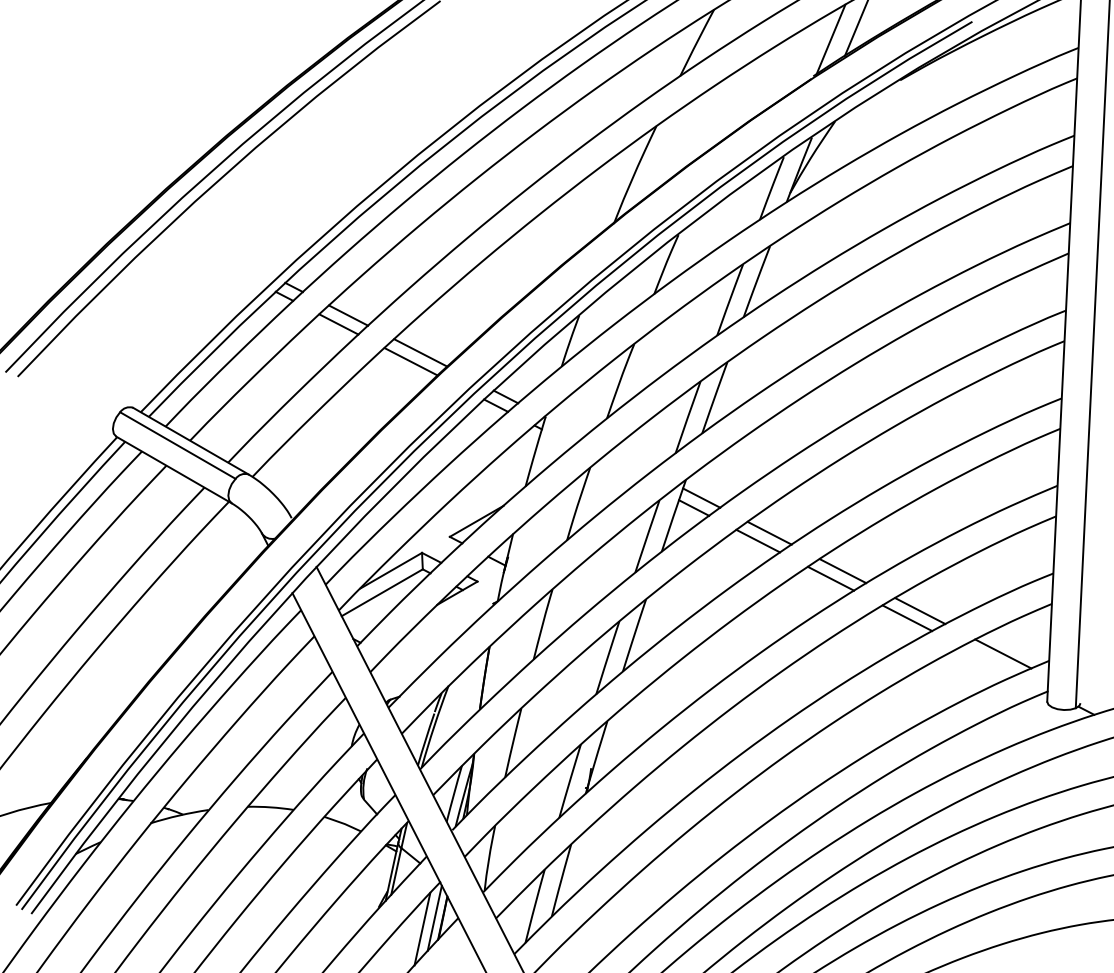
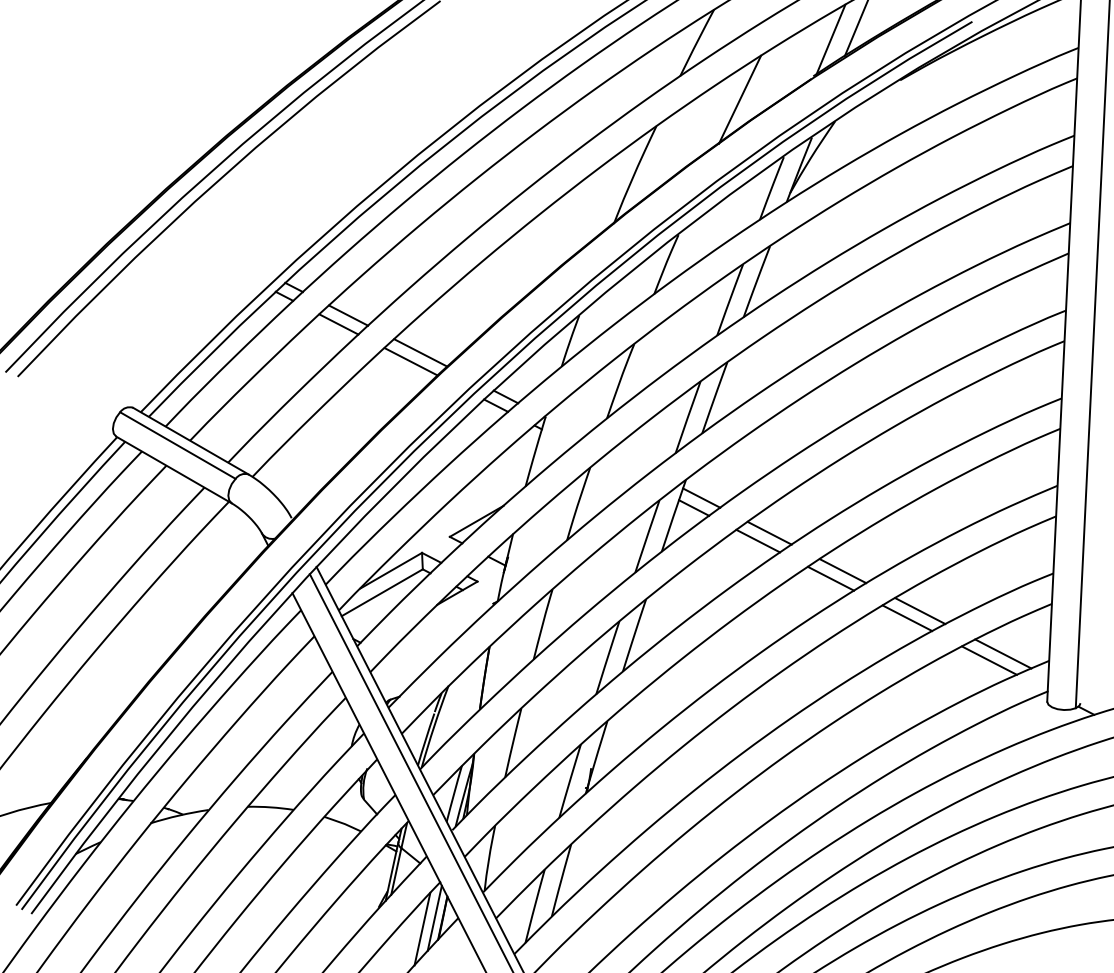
line at (739, 99): none -> present
line at (989, 660): none -> present
line at (410, 771): none -> present
